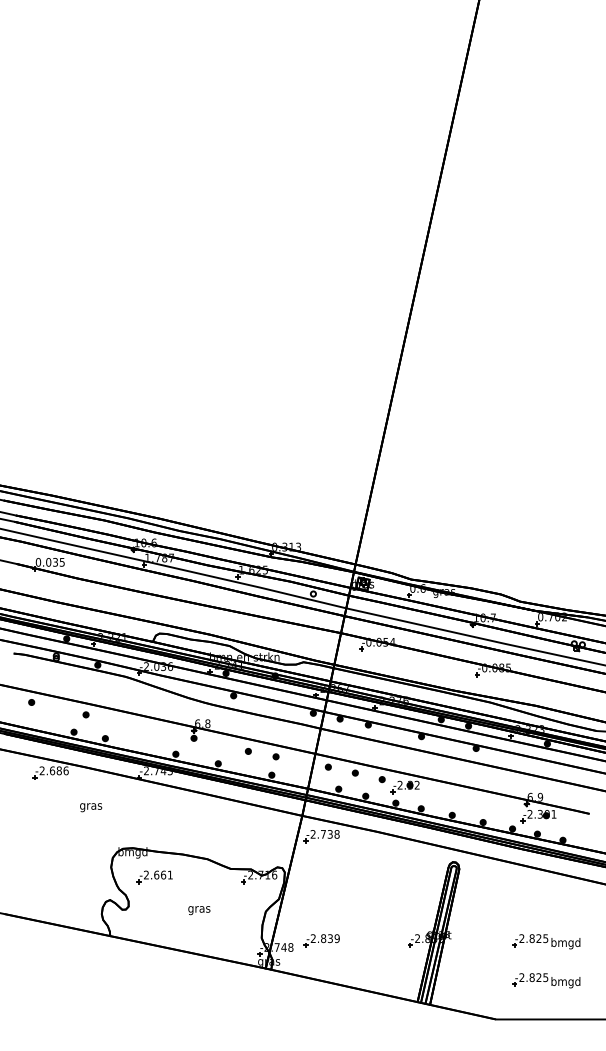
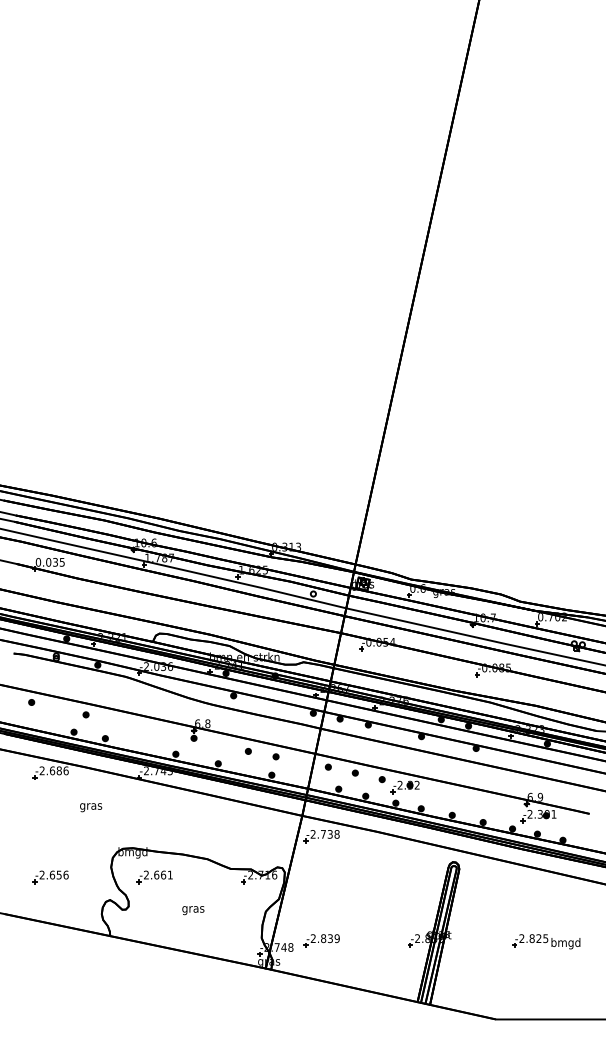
part at (50, 877): none -> present
text at (199, 910) position: (199, 910) -> (193, 910)
part at (546, 980): present -> none
